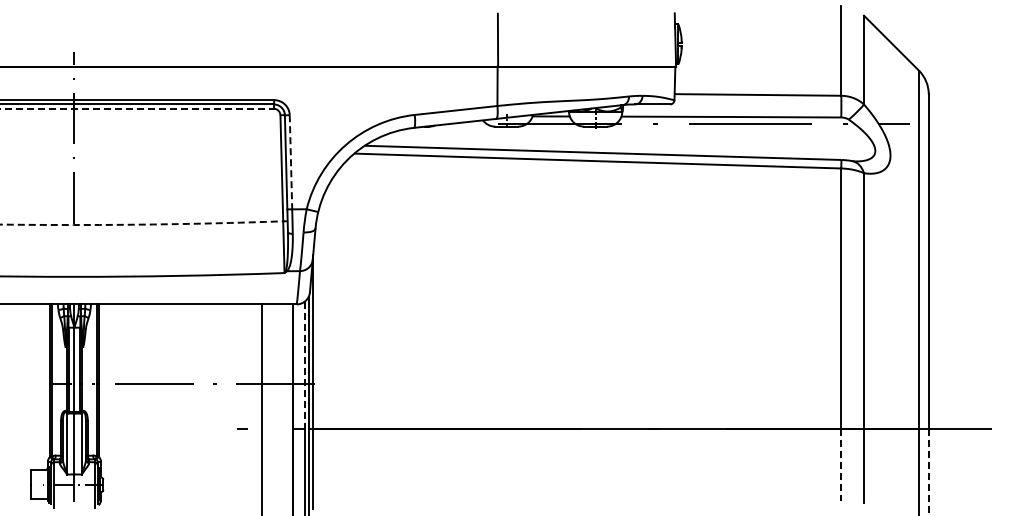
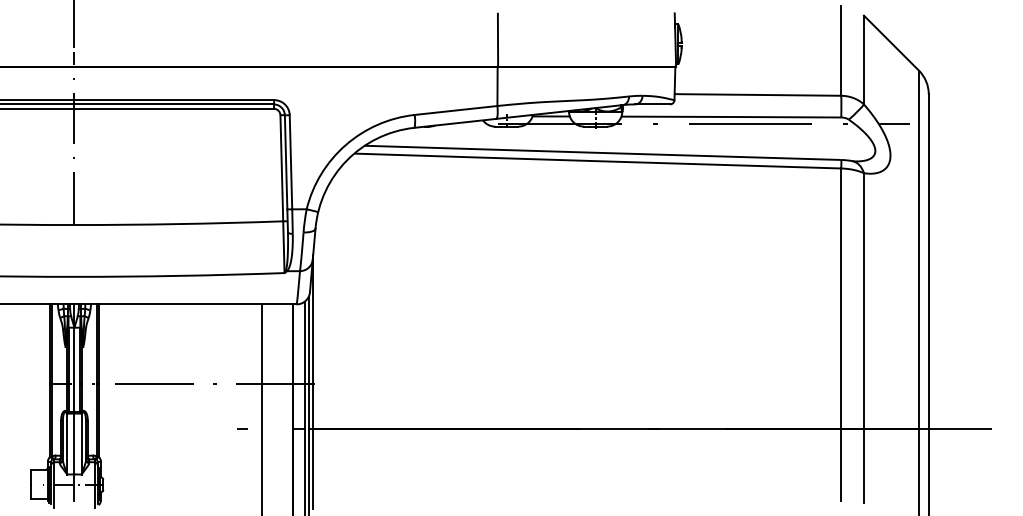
line at (74, 25): none -> present
line at (136, 108): dashed -> solid
line at (291, 162): dashed -> solid
arc at (141, 224): dashed -> solid
line at (304, 365): dashed -> solid
line at (841, 465): dashed -> solid
line at (928, 472): dashed -> solid
